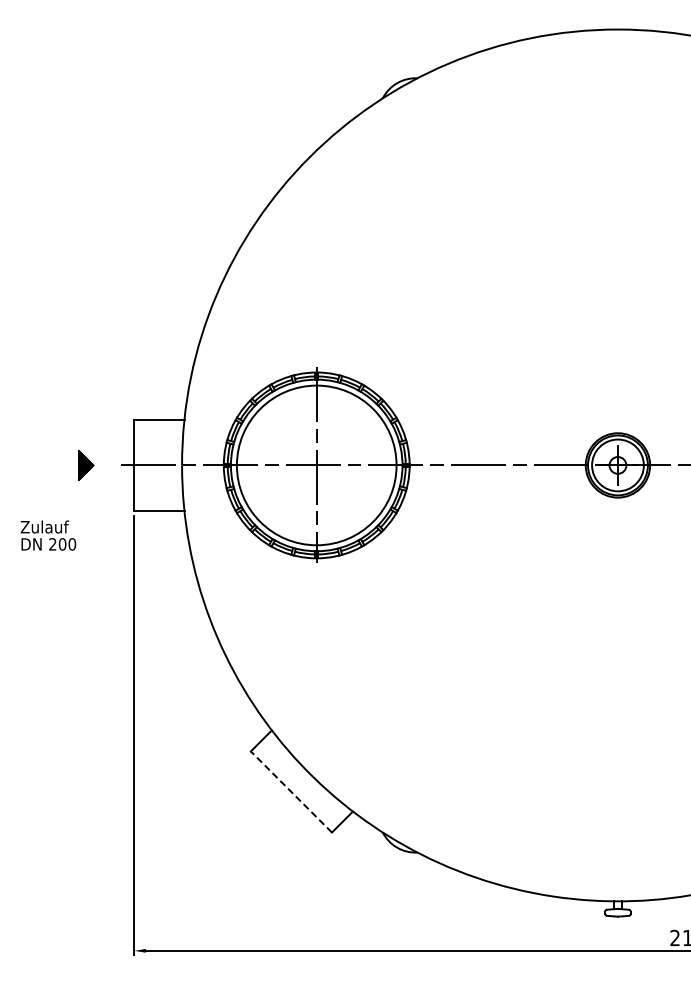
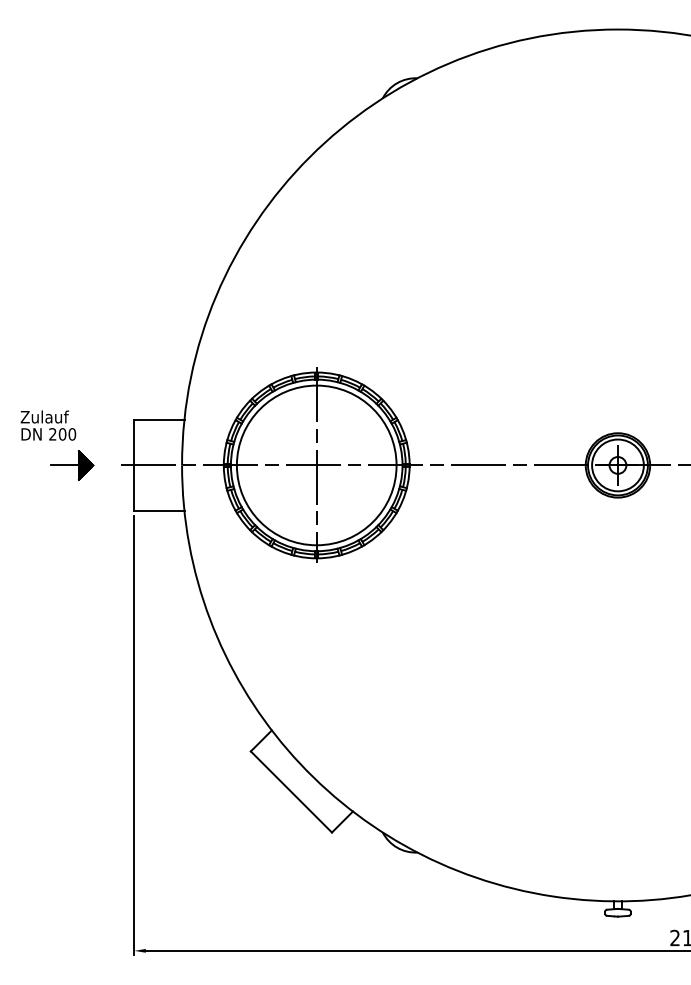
line at (64, 465): none -> present
text at (48, 535) position: (48, 535) -> (48, 425)
line at (291, 791): dashed -> solid
